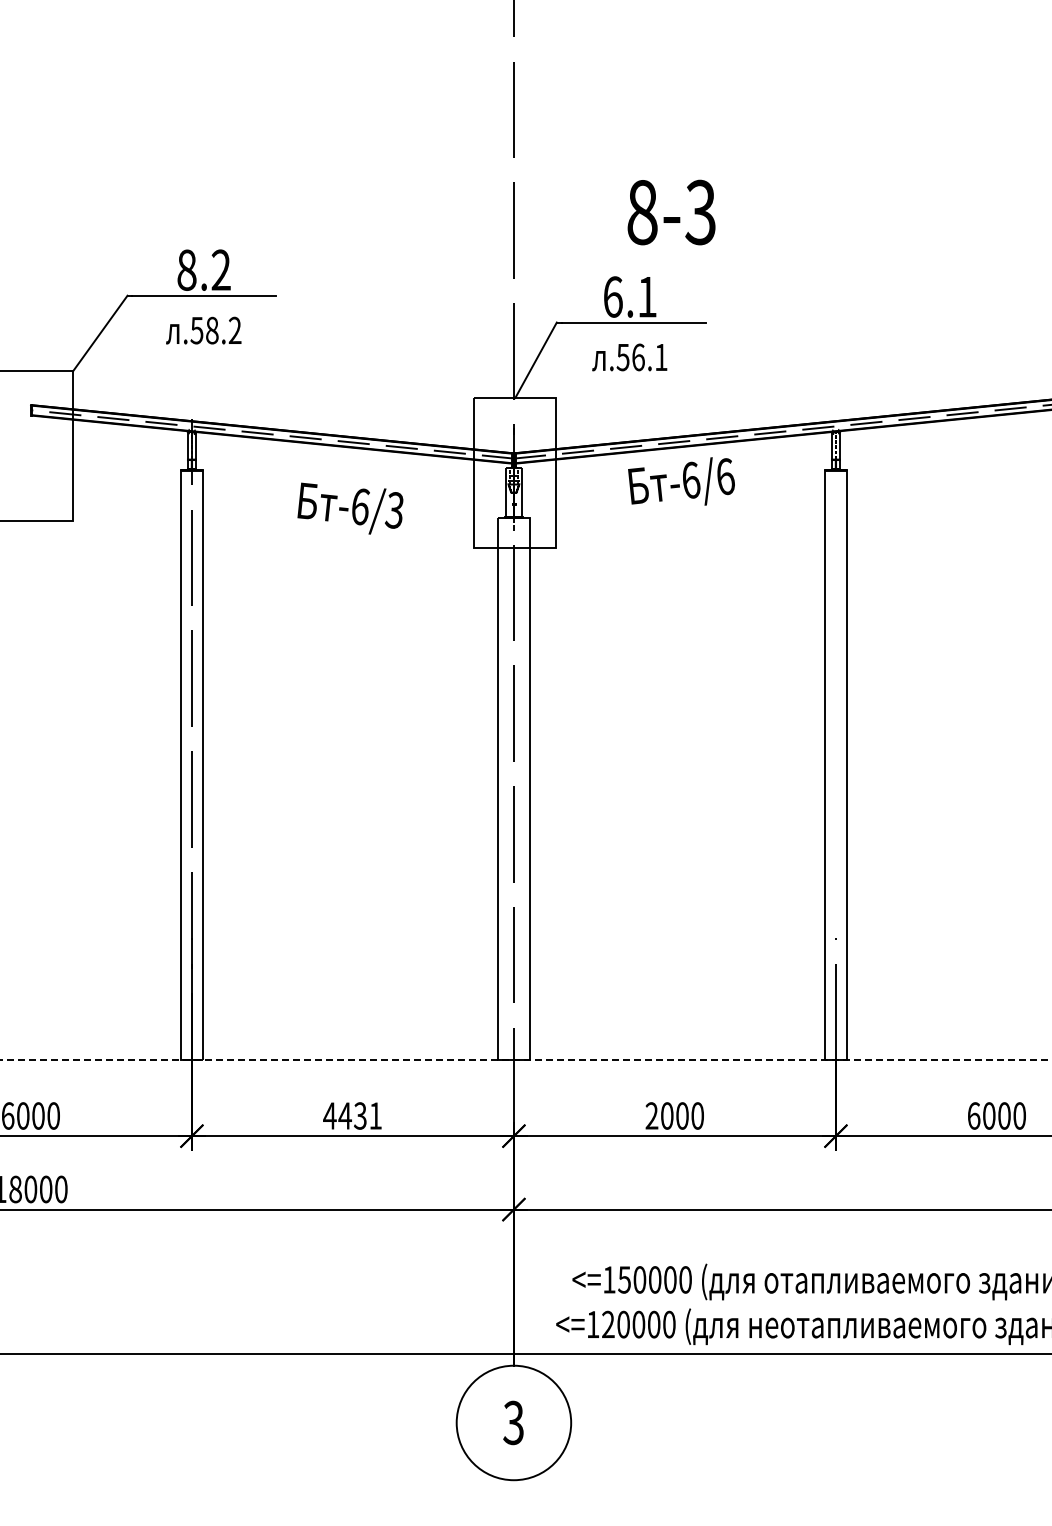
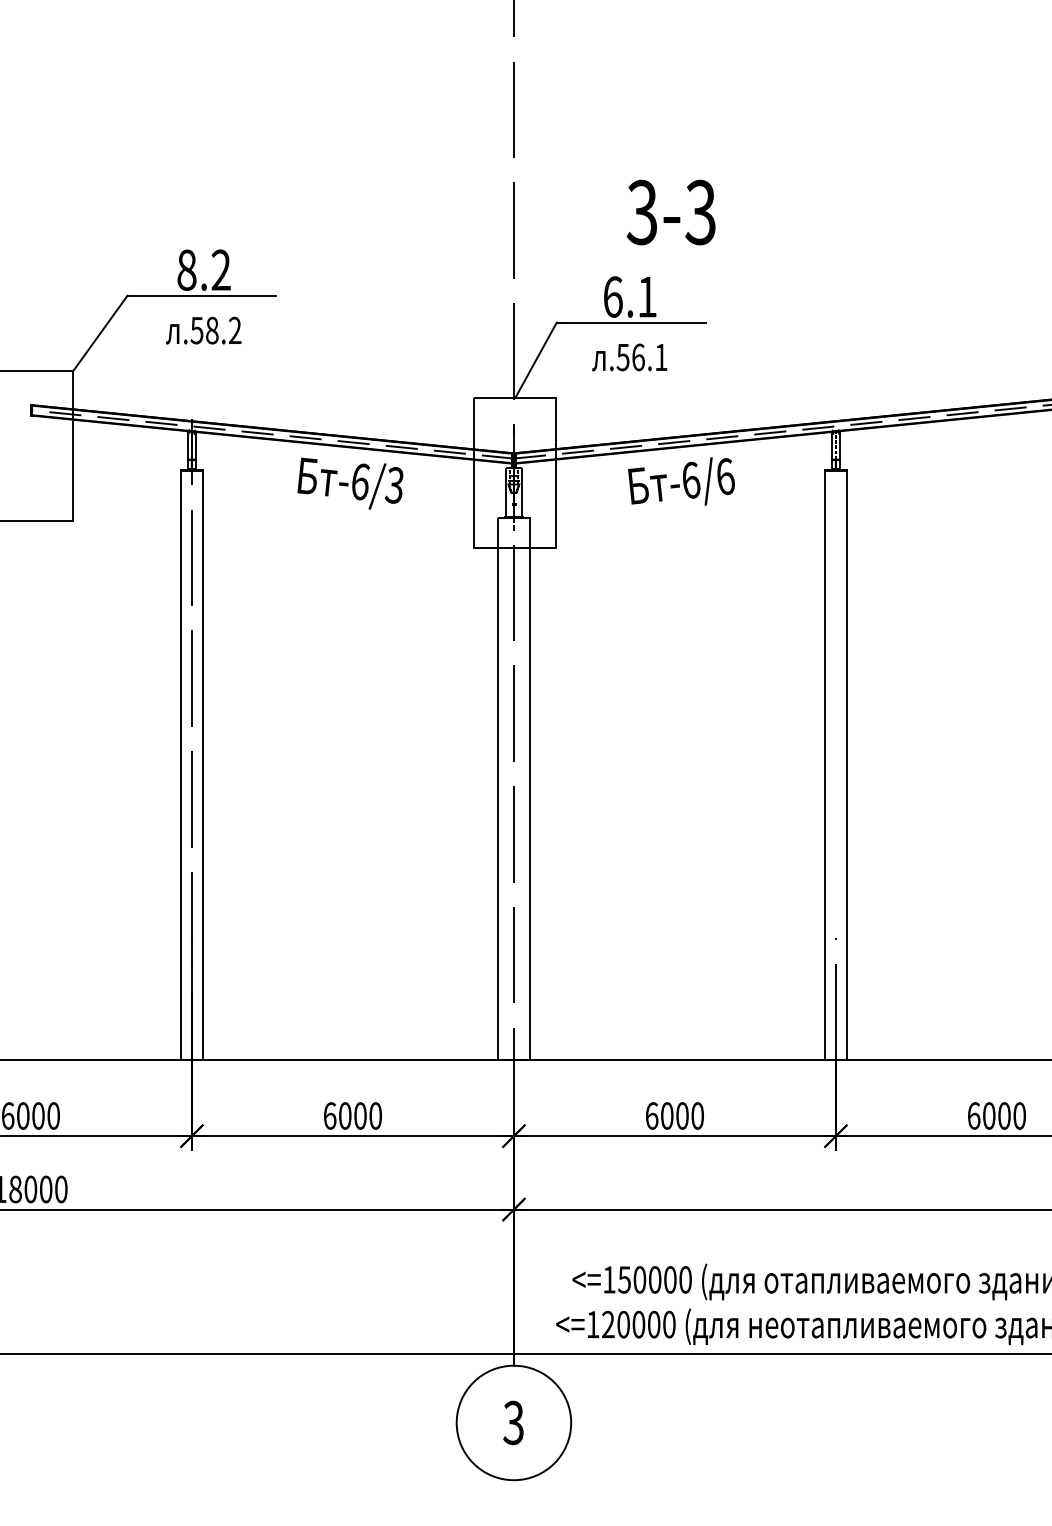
text at (641, 212): 8-3 -> 3-3
text at (350, 508) position: (350, 508) -> (350, 483)
line at (526, 1060): dashed -> solid
text at (352, 1115): 4431 -> 6000
text at (651, 1115): 2000 -> 6000
